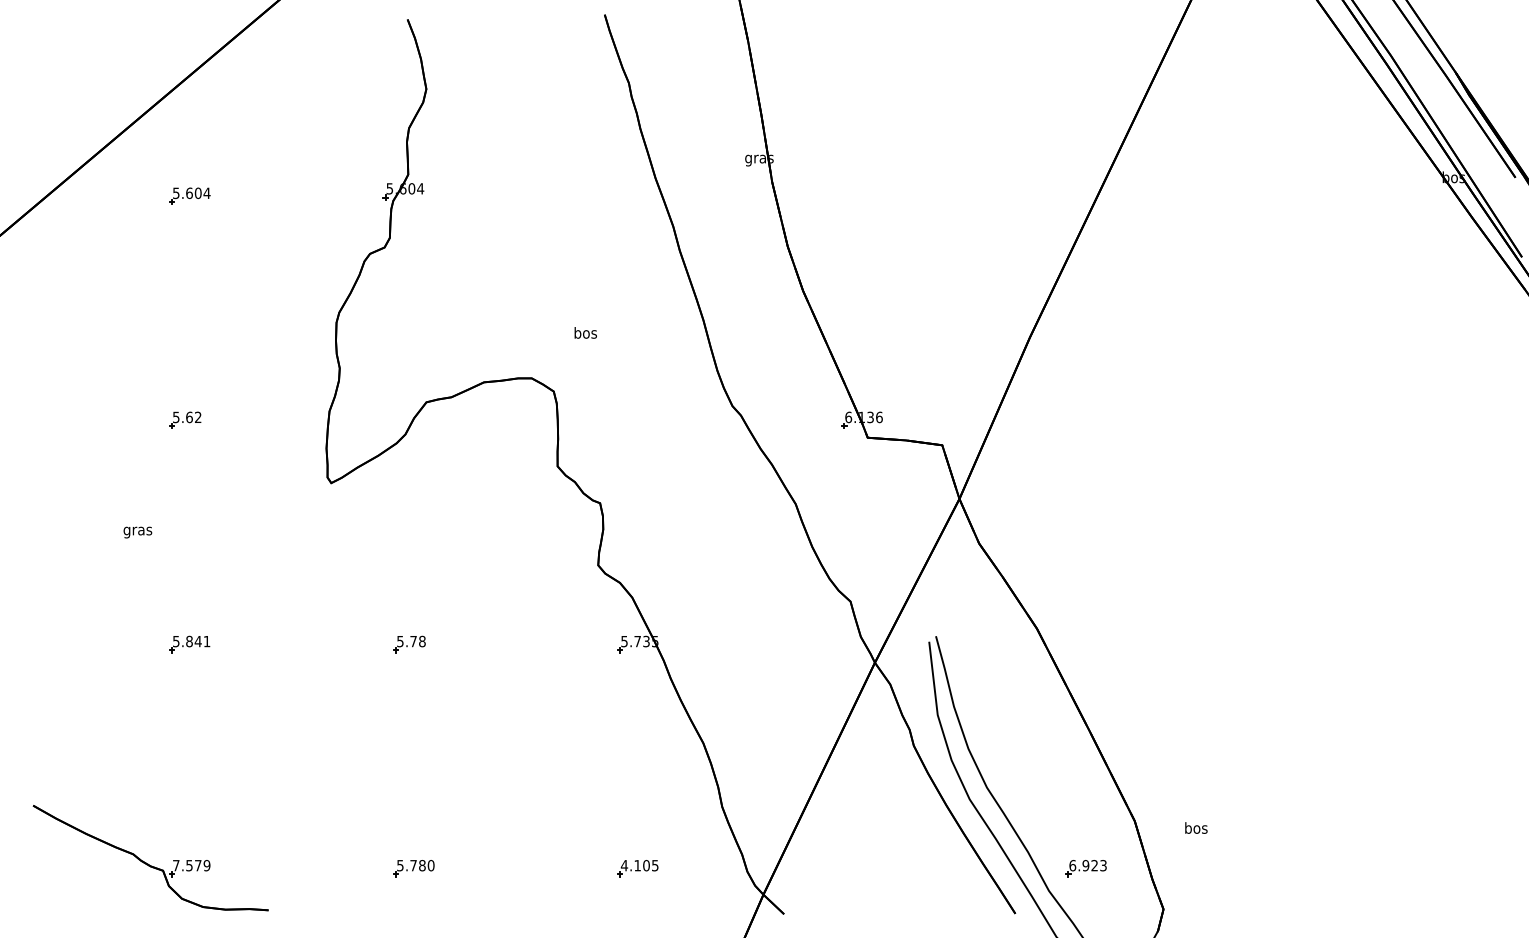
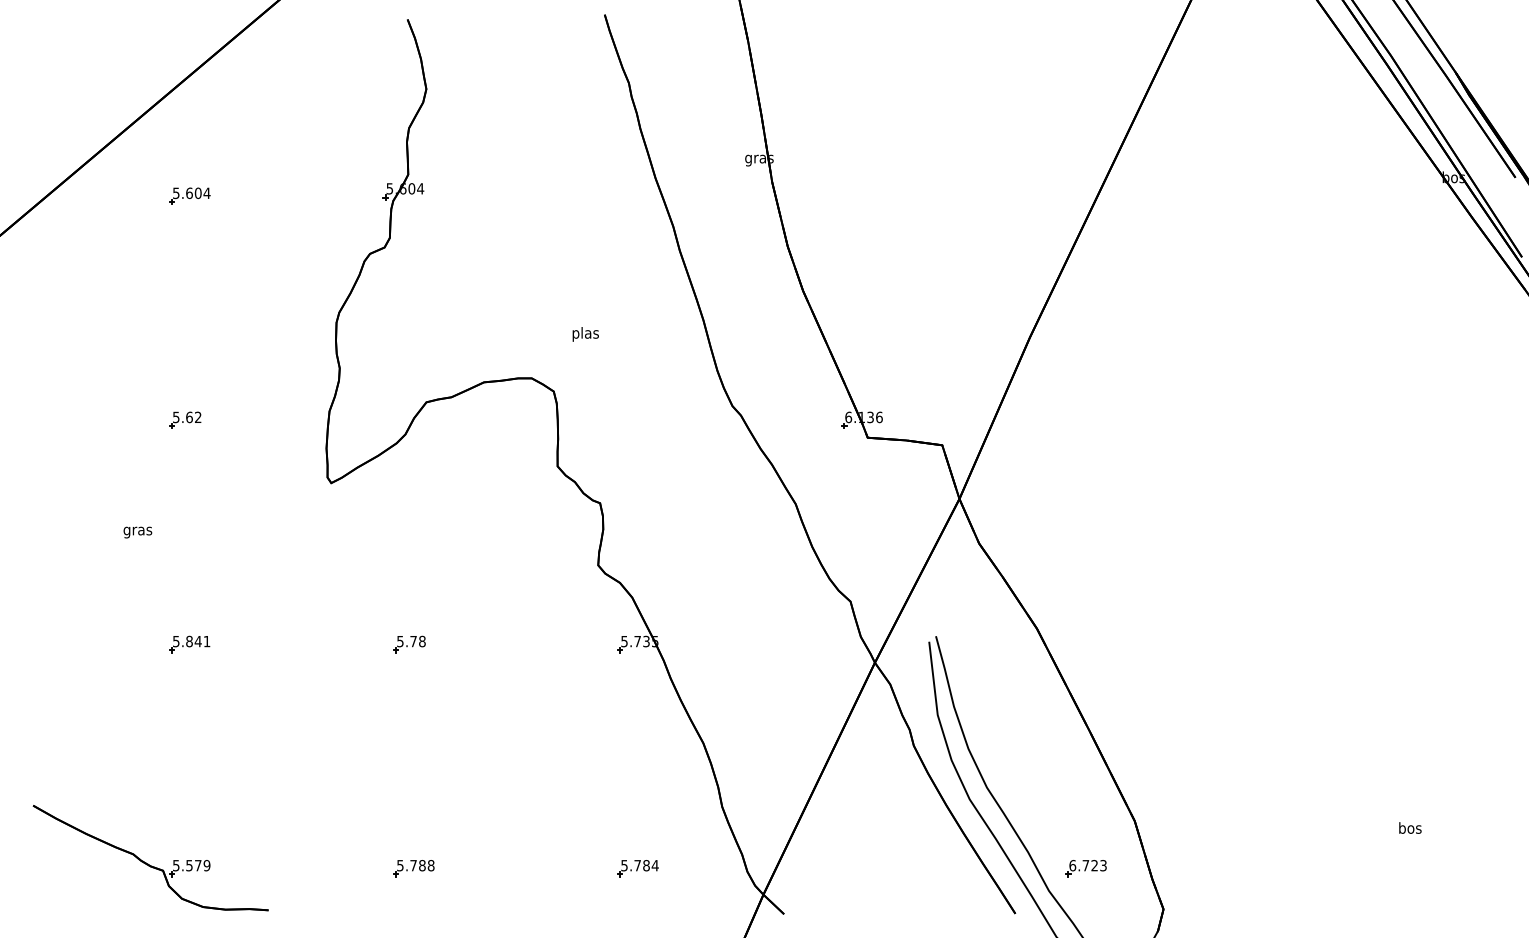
text at (585, 334): bos -> plas
text at (1196, 827) position: (1196, 827) -> (1410, 827)
text at (176, 865): 7.579 -> 5.579
text at (430, 865): 5.780 -> 5.788
text at (639, 865): 4.105 -> 5.784
text at (1085, 865): 6.923 -> 6.723
